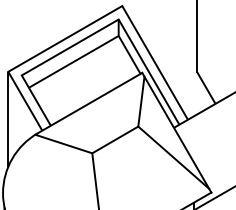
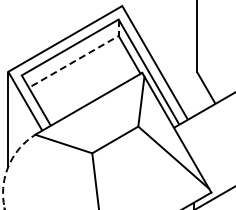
line at (81, 57): solid -> dashed
arc at (8, 166): solid -> dashed
